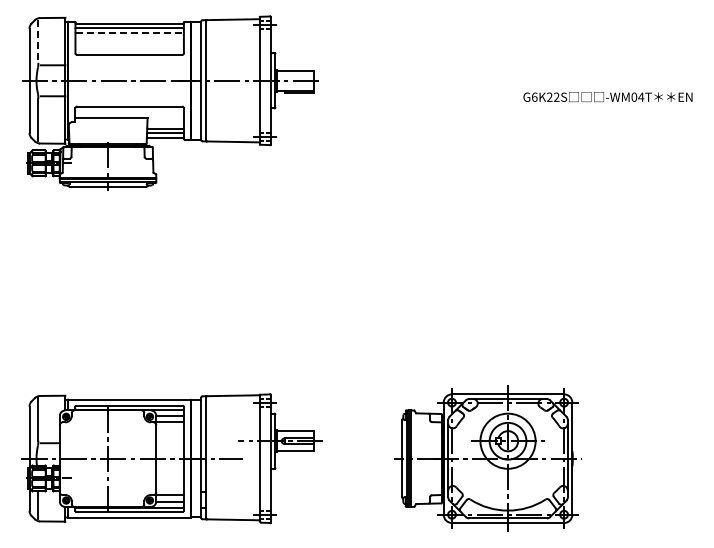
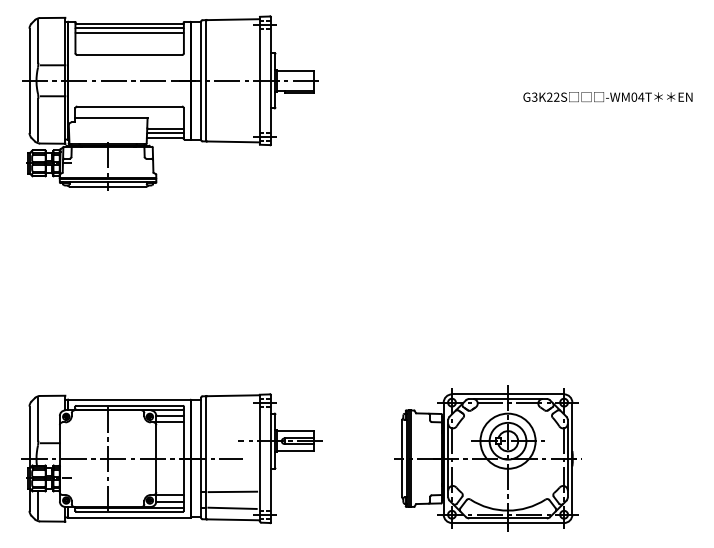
line at (129, 33): dashed -> solid
line at (38, 42): dashed -> solid
text at (534, 96): G6K22S -> G3K22S
line at (232, 491): none -> present
line at (232, 507): none -> present
